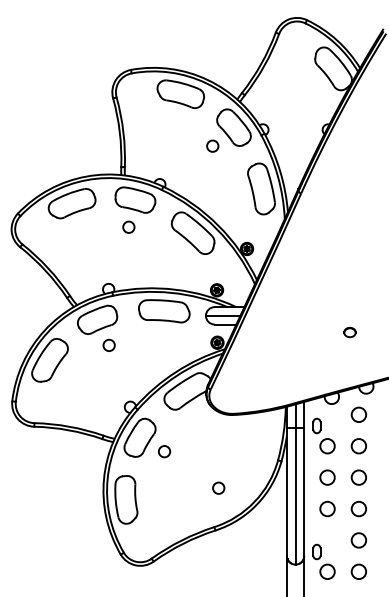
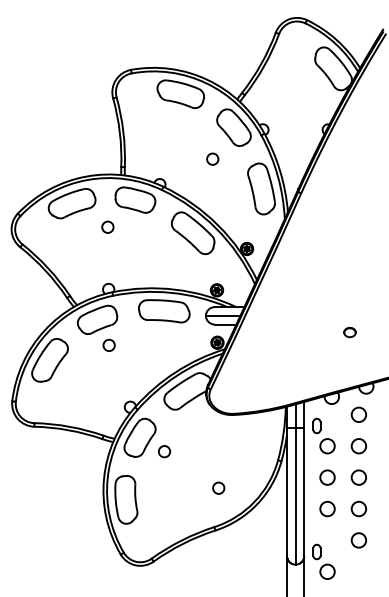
circle at (212, 145) position: (212, 145) -> (212, 158)
circle at (128, 226) position: (128, 226) -> (107, 226)
circle at (358, 571): present -> none
